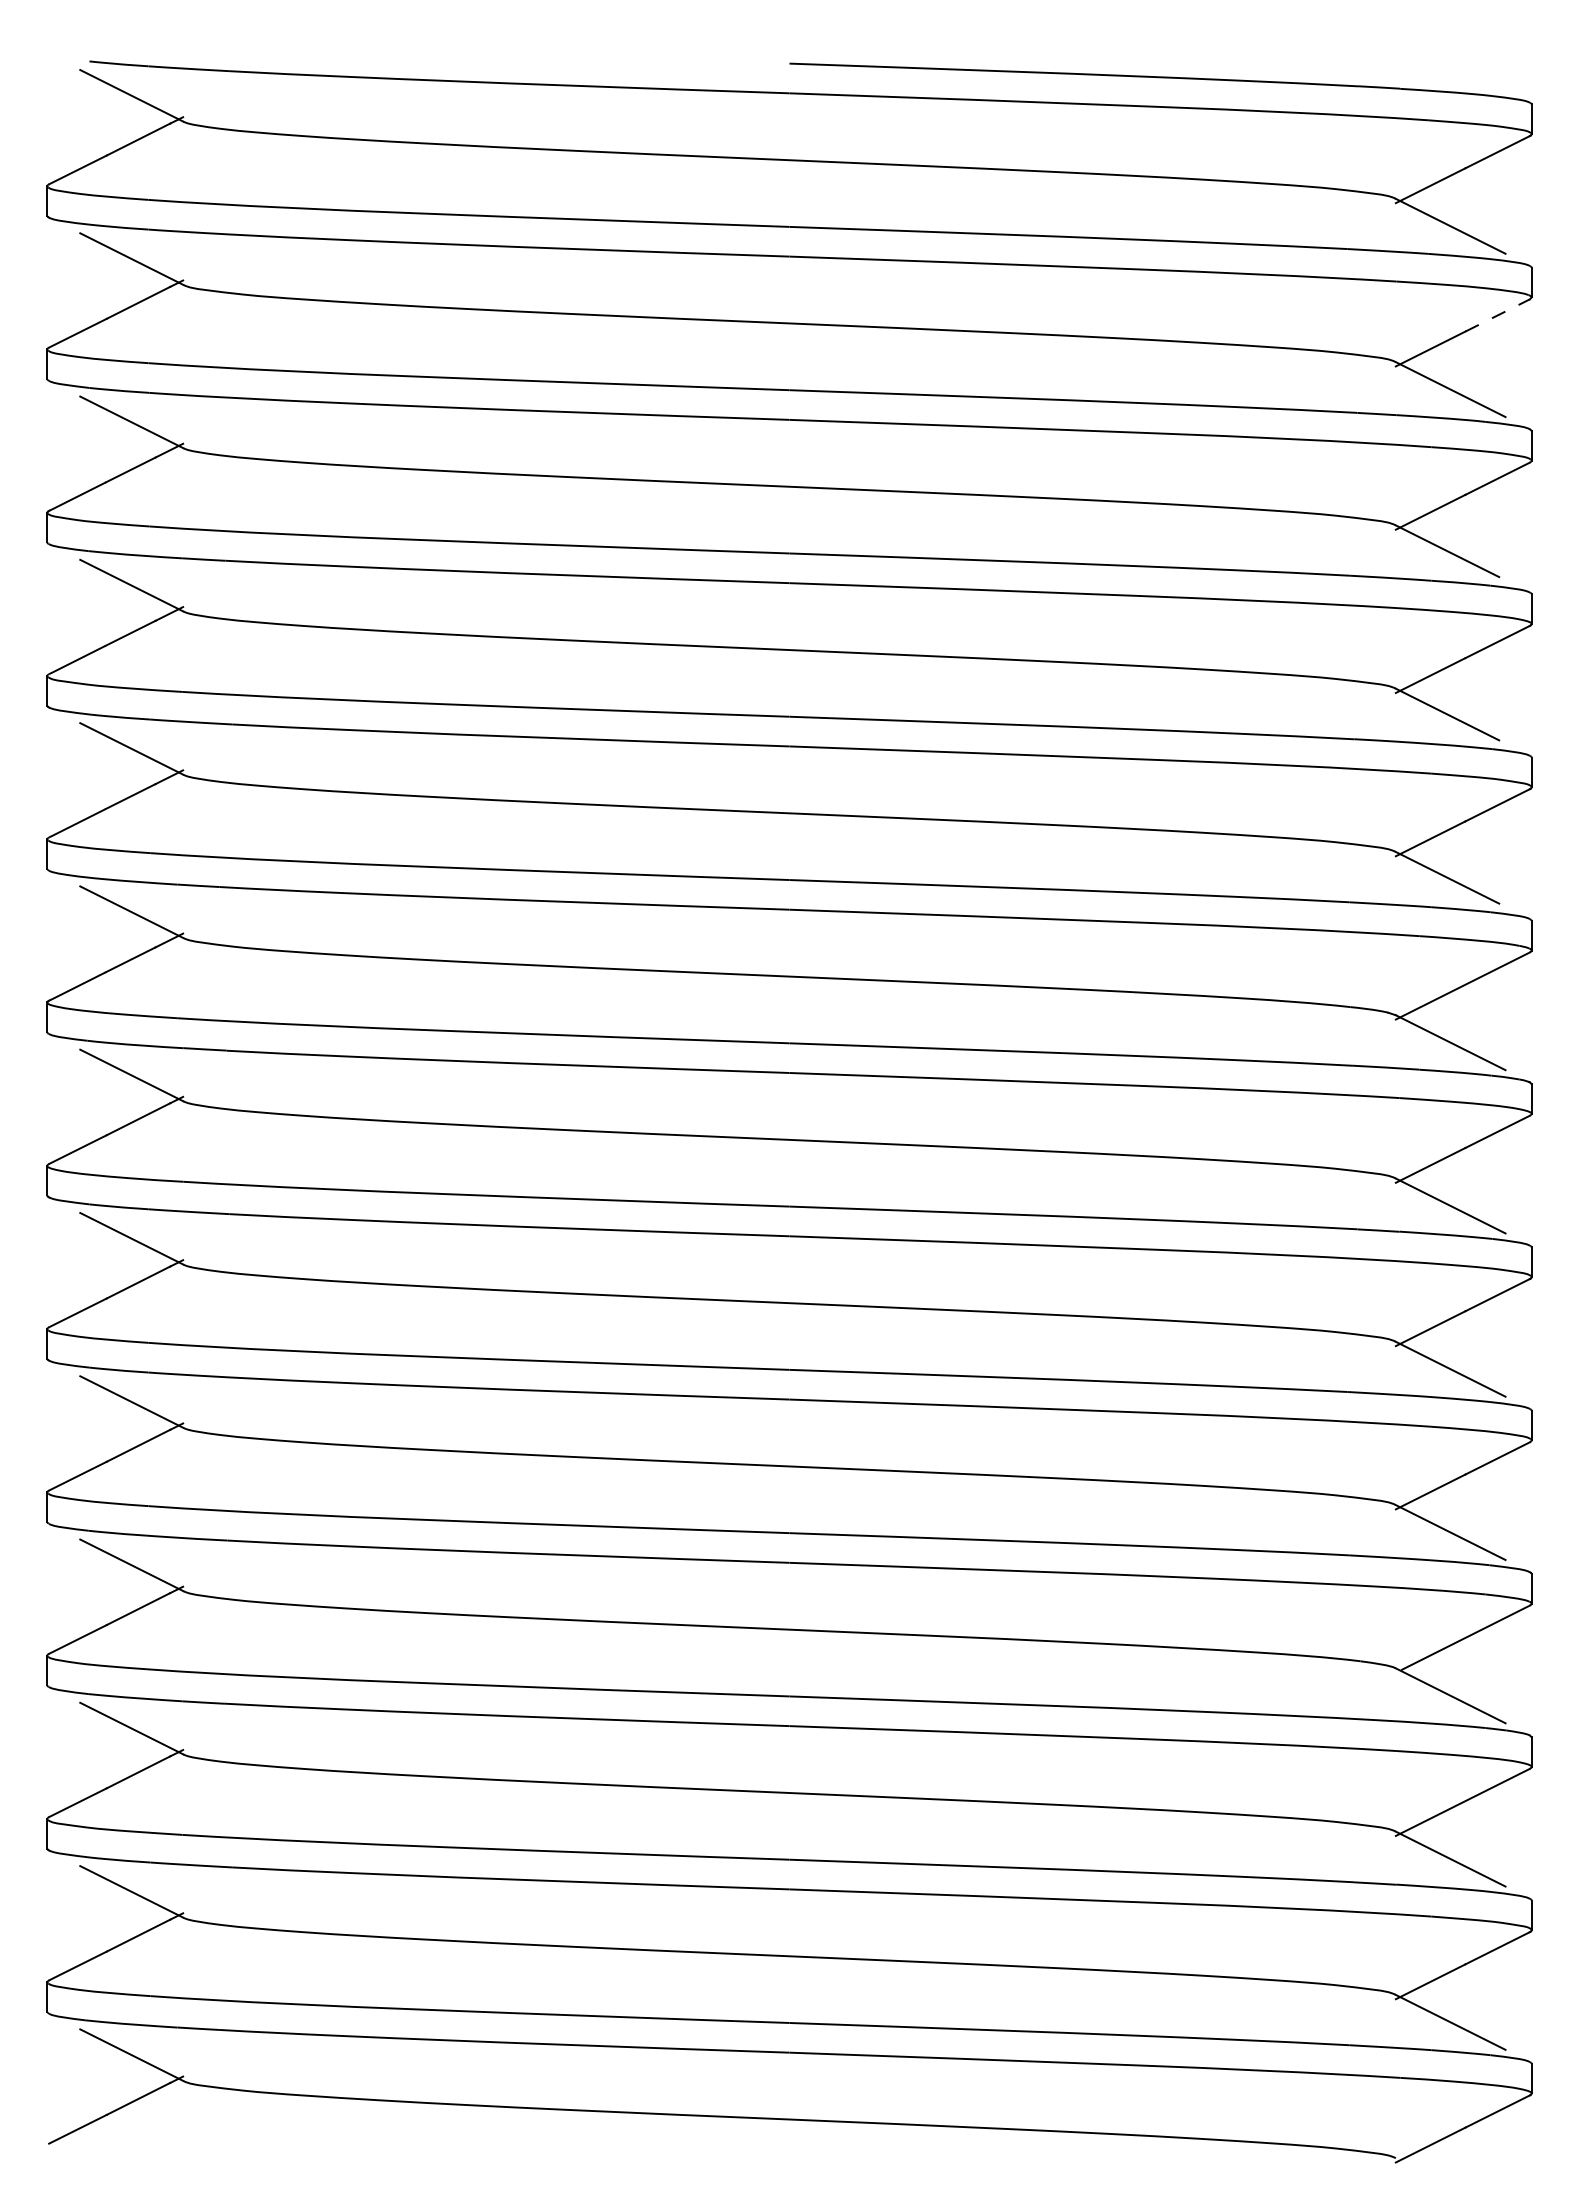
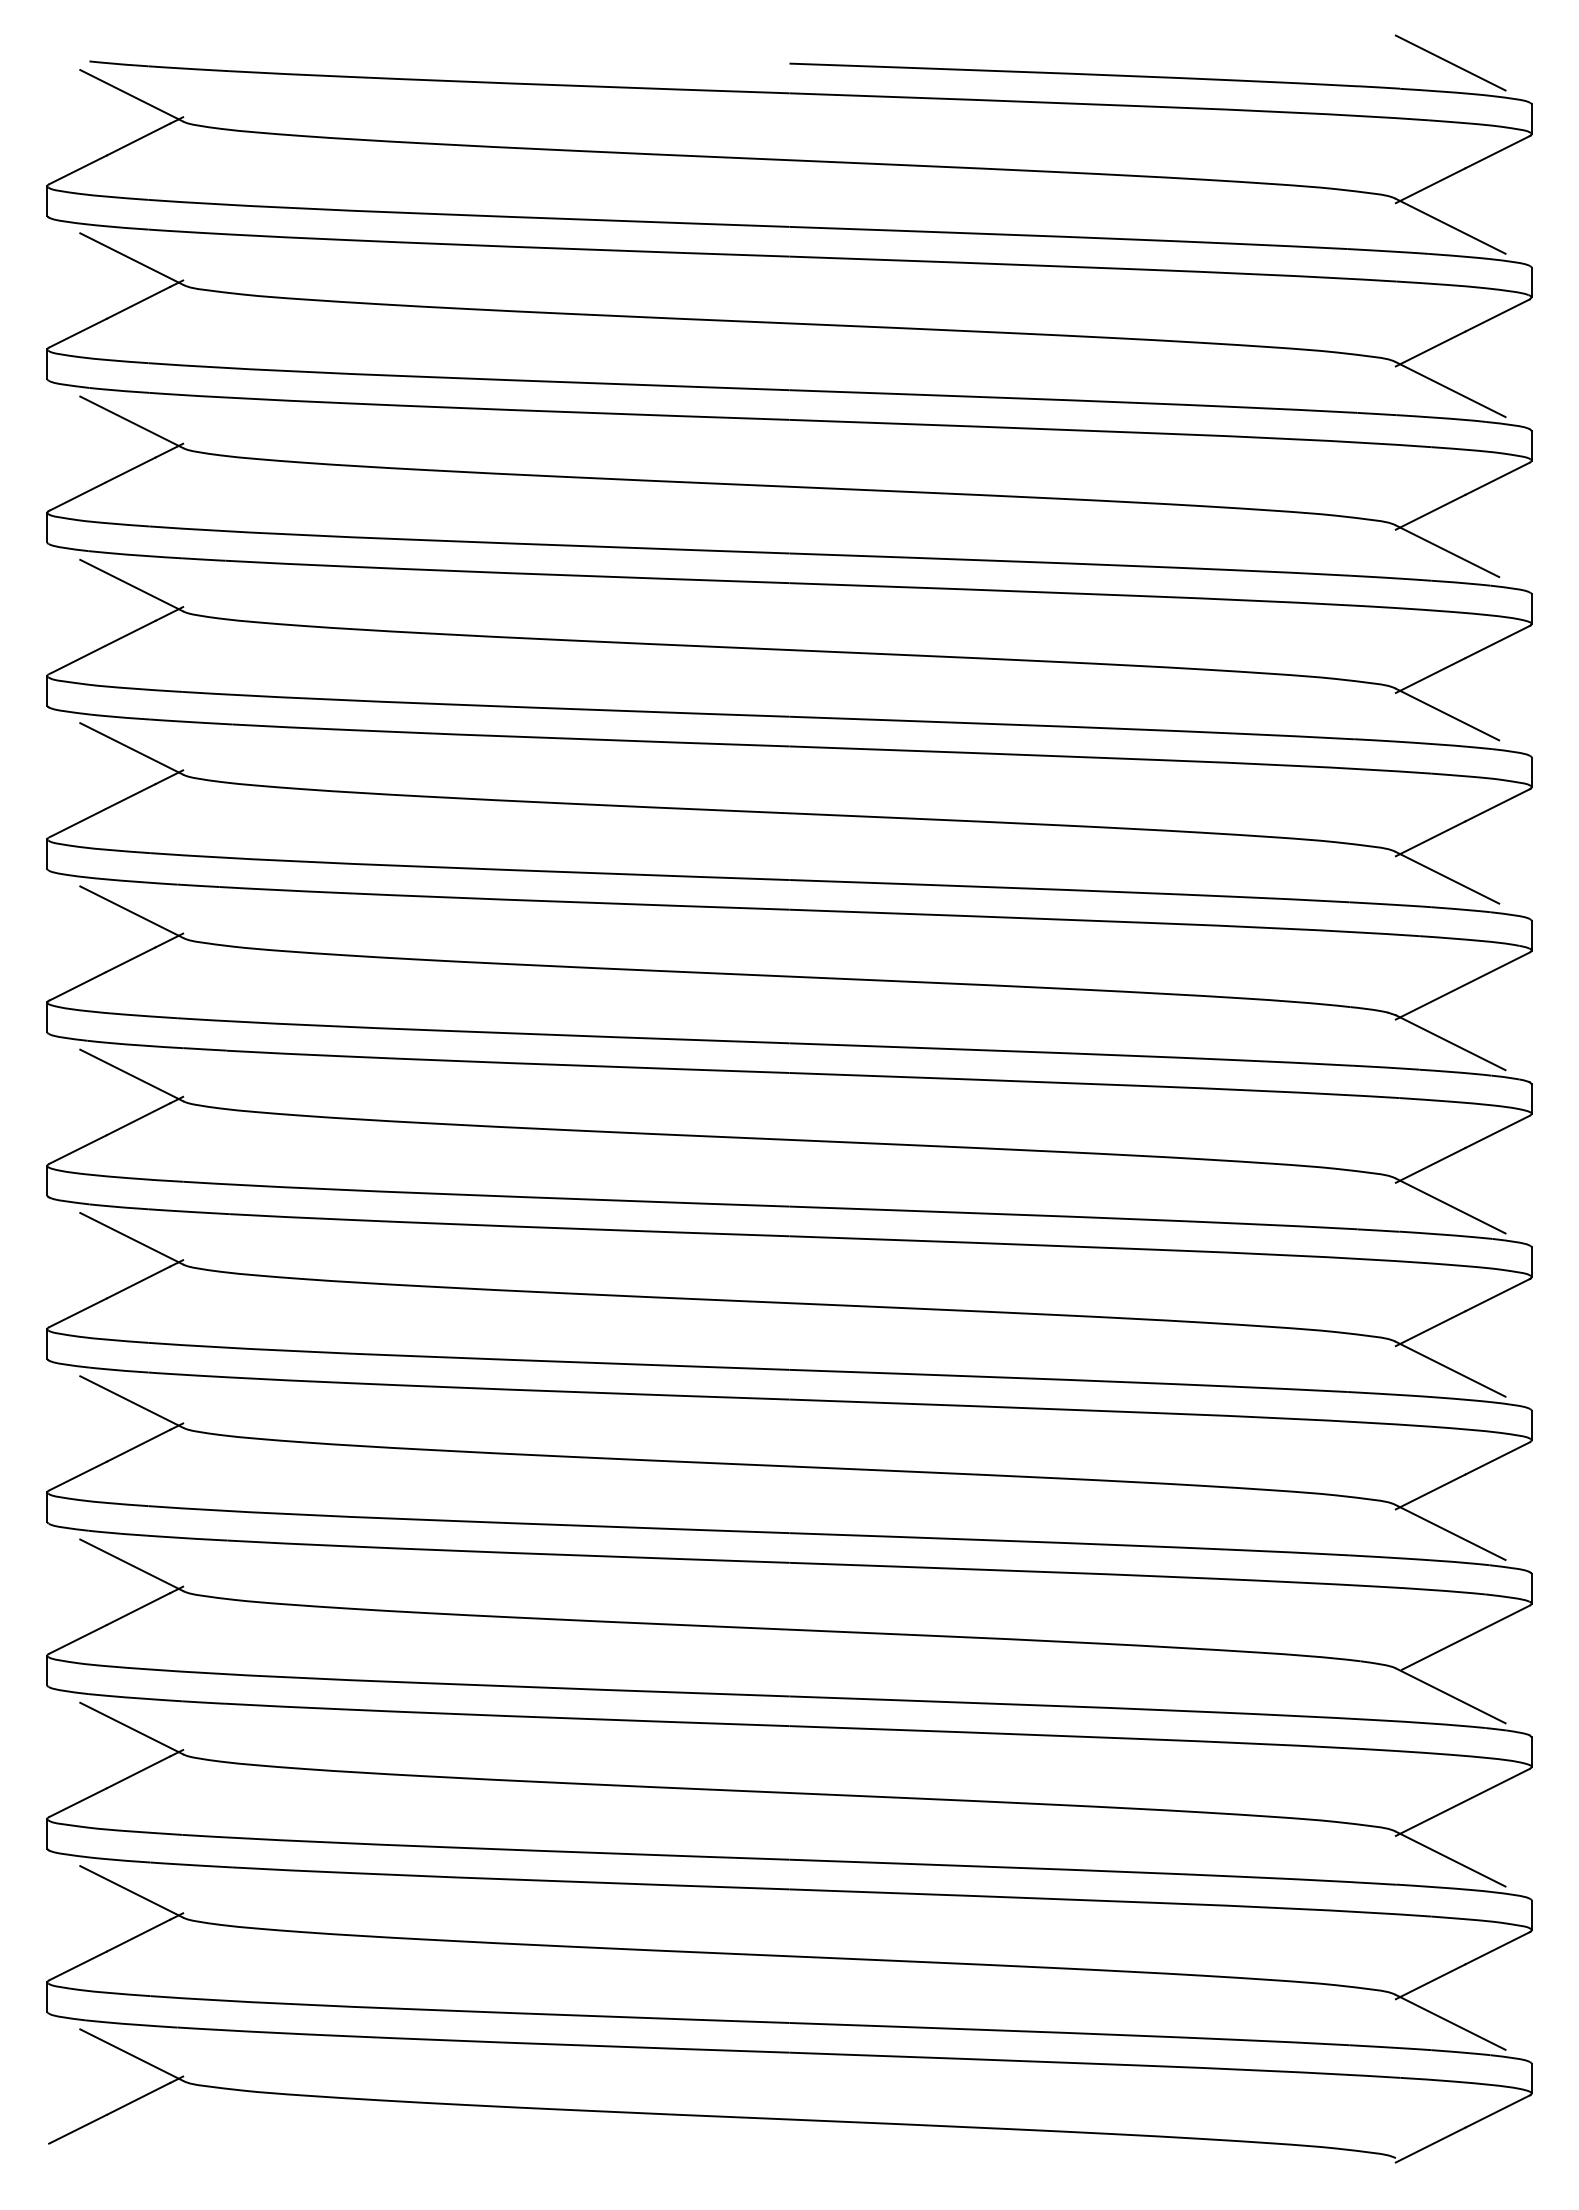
line at (1450, 62): none -> present
line at (1498, 315): dashed -> solid
